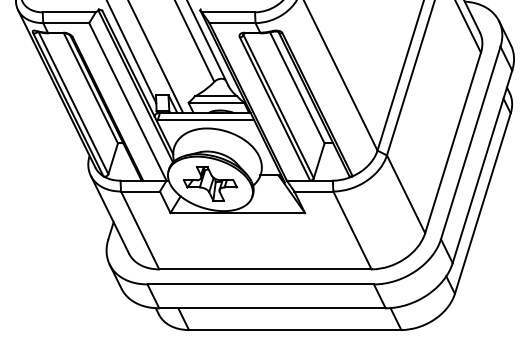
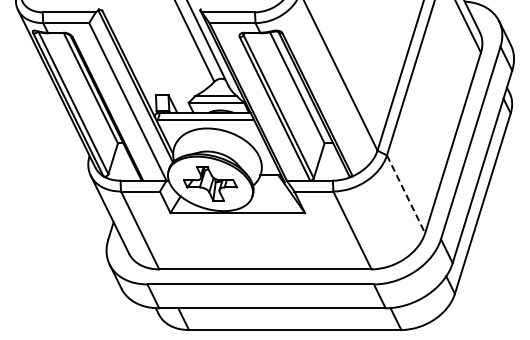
line at (131, 52): present -> none
line at (156, 57): present -> none
line at (406, 194): solid -> dashed
